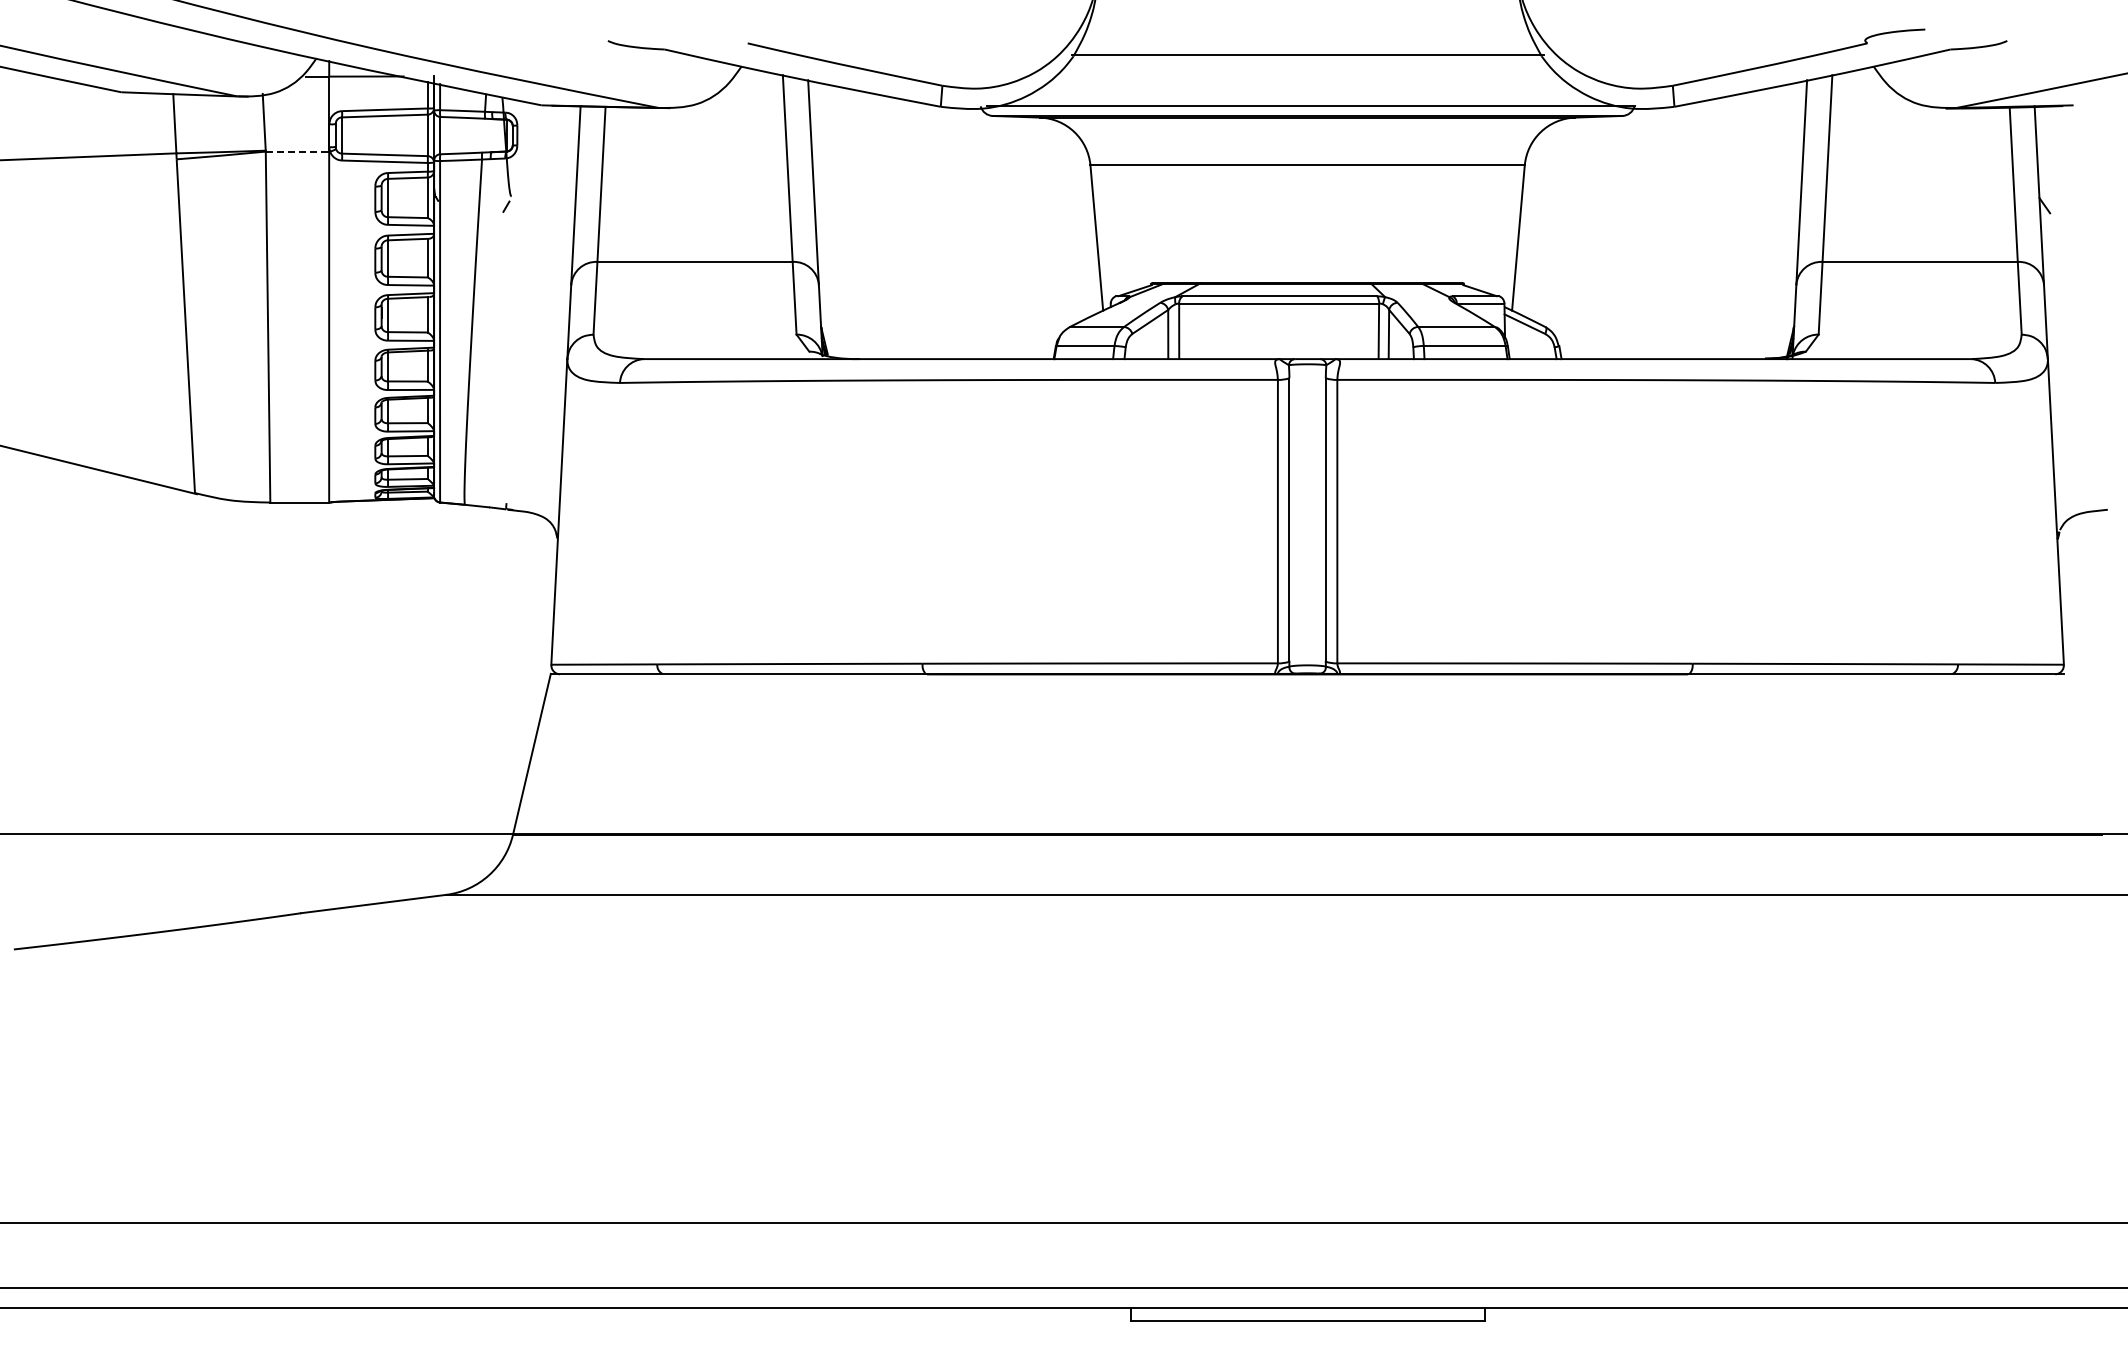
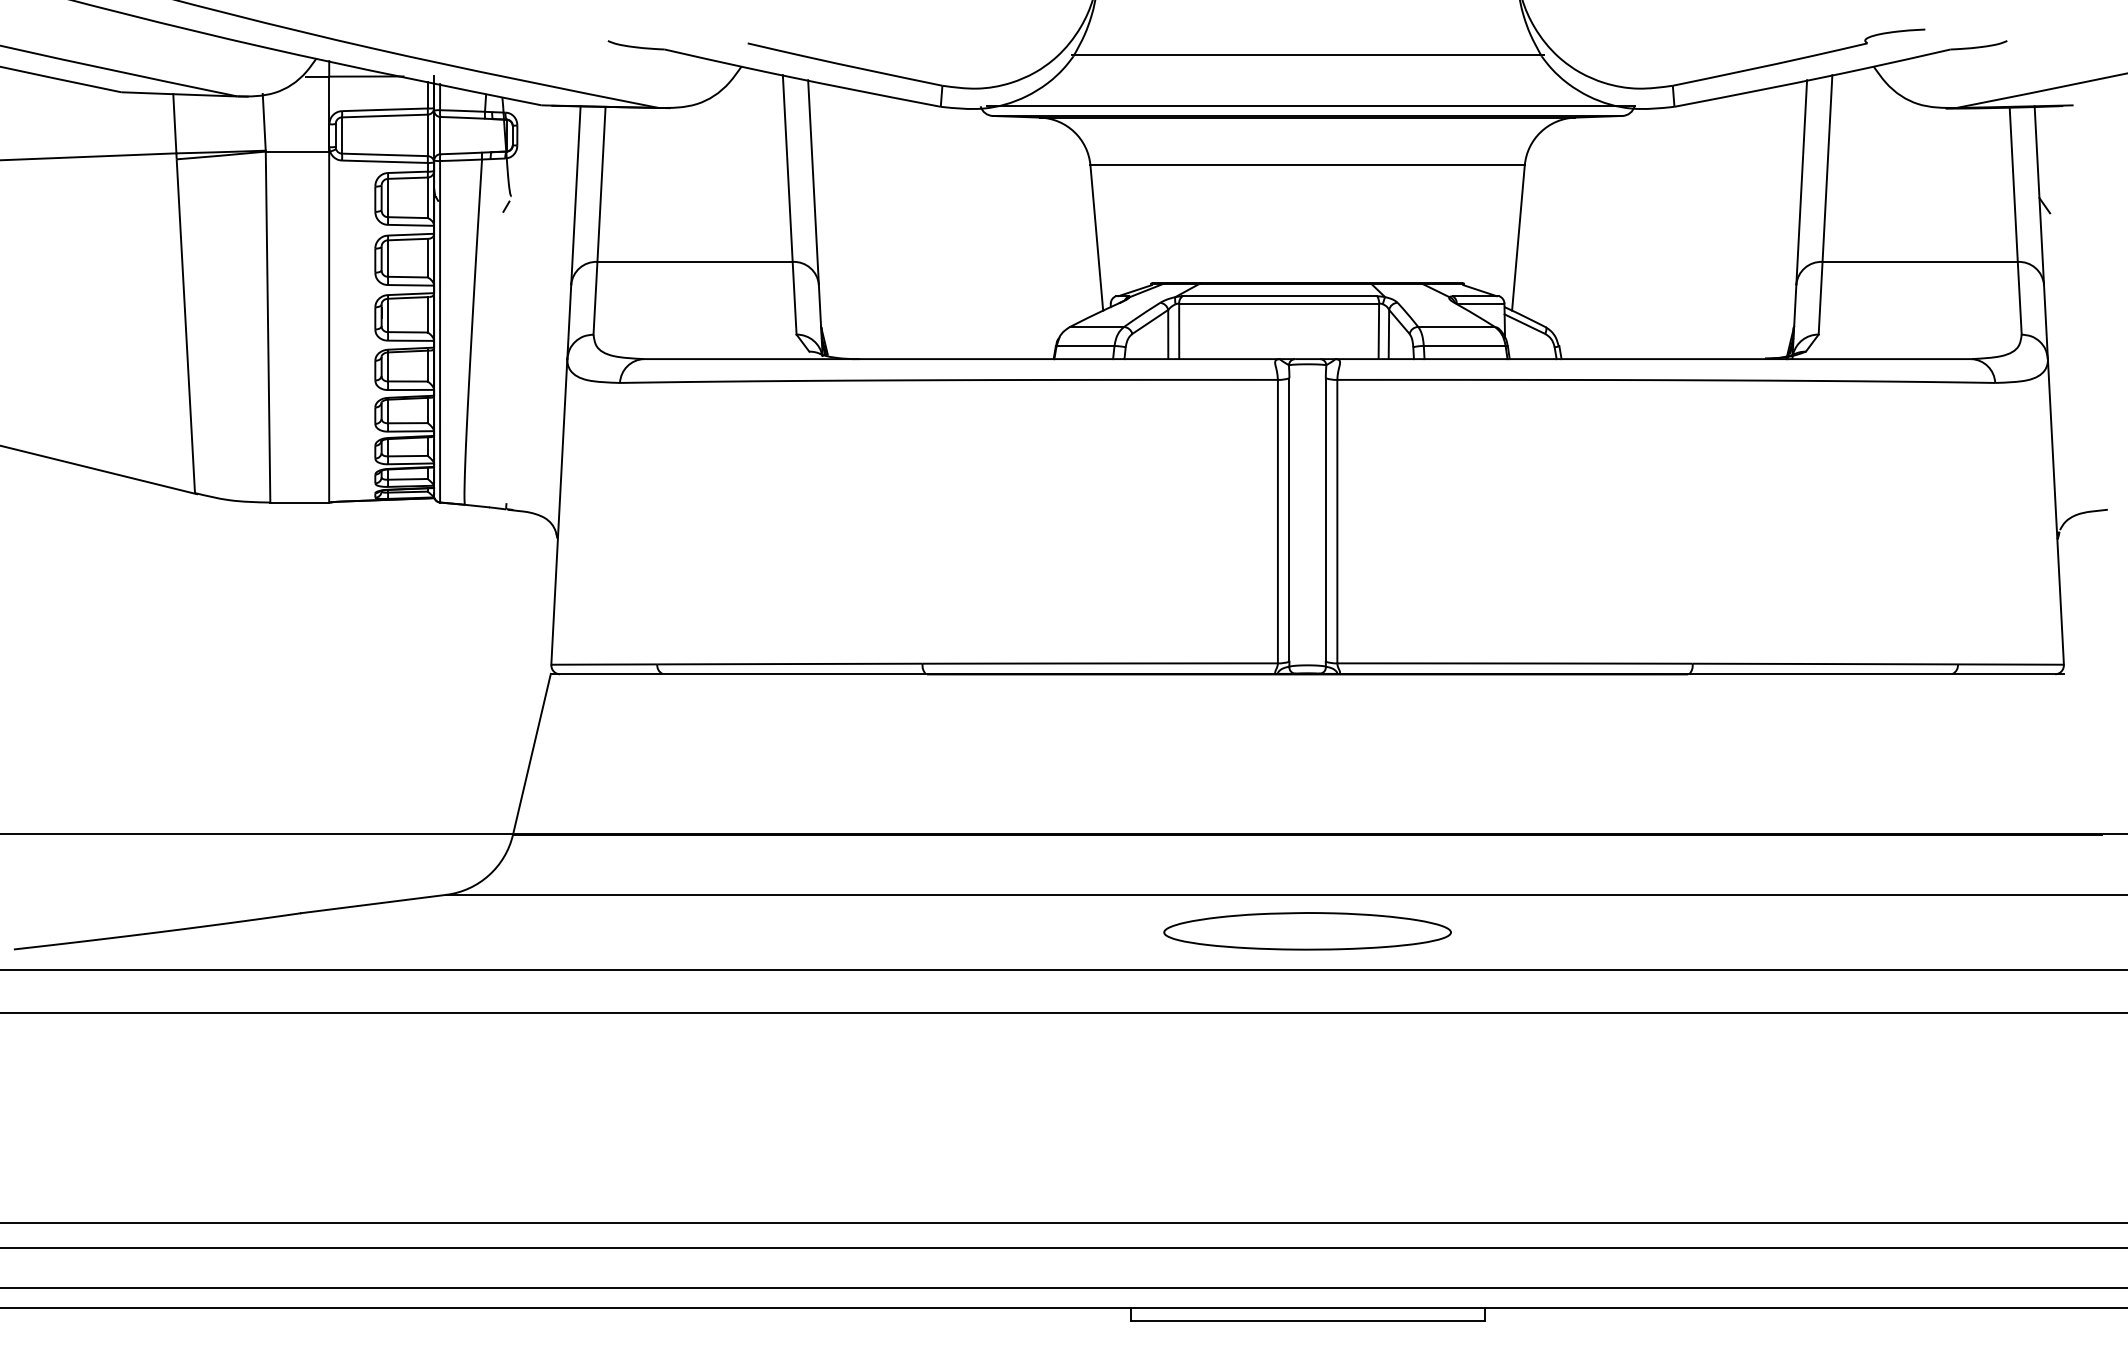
line at (297, 151): dashed -> solid
part at (1307, 931): none -> present
line at (1063, 970): none -> present
line at (1063, 1013): none -> present
line at (1063, 1248): none -> present
